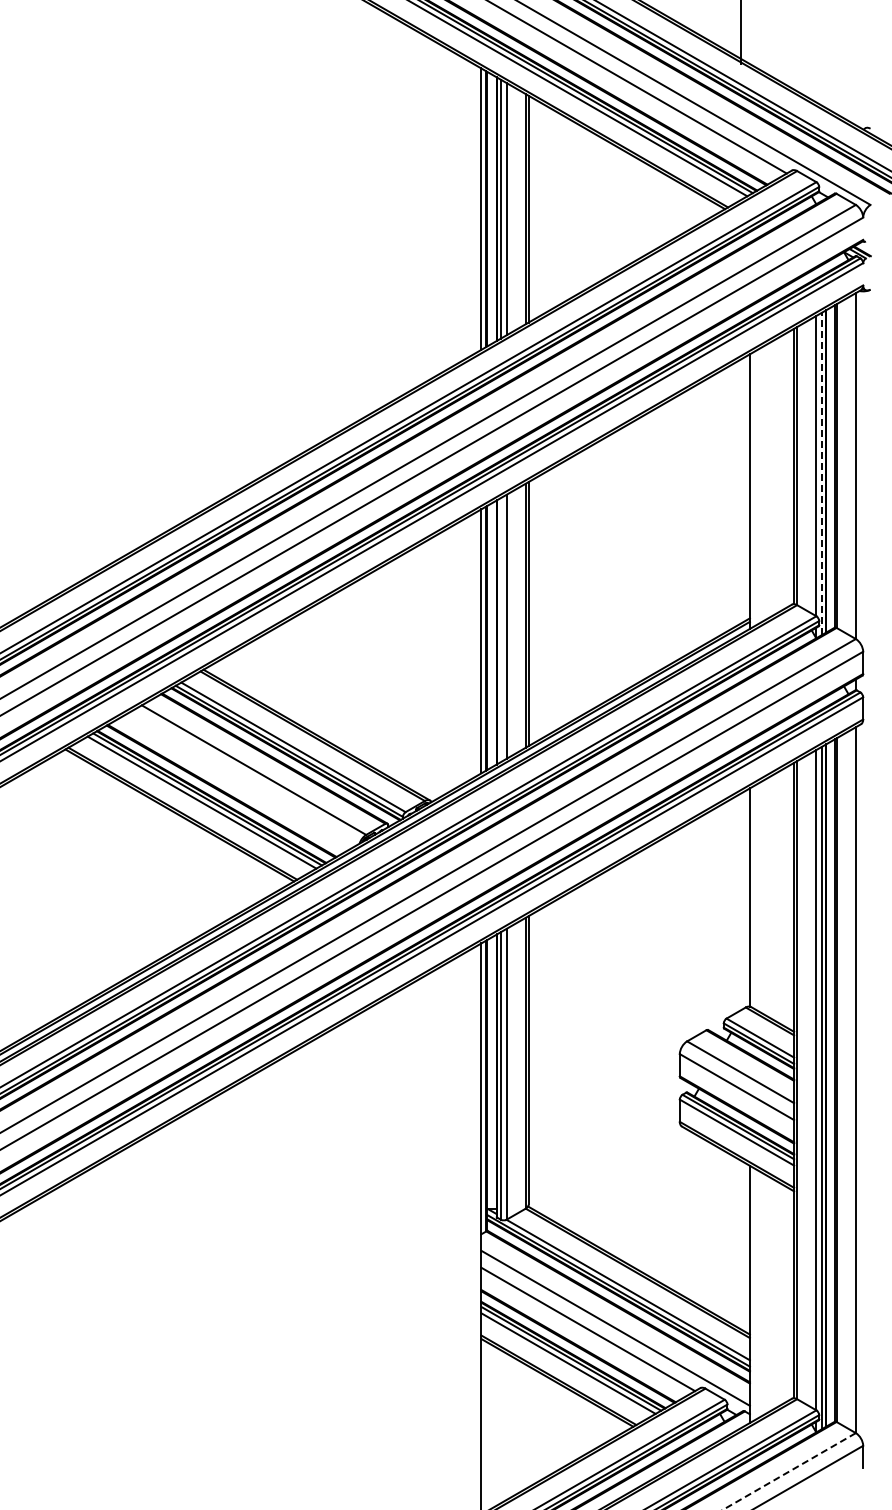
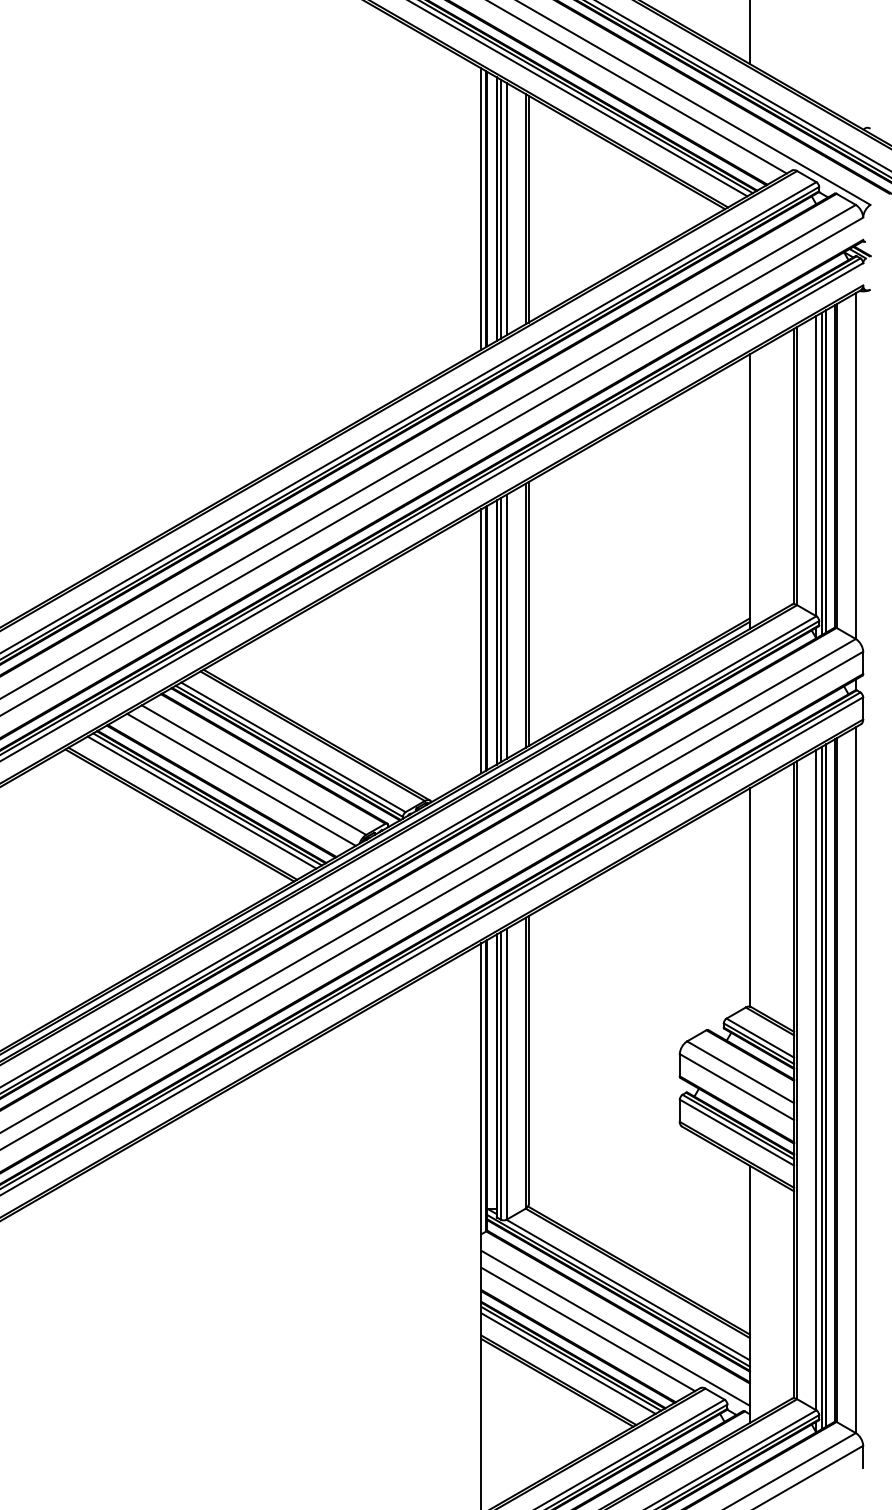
line at (740, 33) position: (740, 33) -> (749, 33)
line at (821, 473): dashed -> solid
line at (501, 630): none -> present
line at (241, 779): none -> present
line at (789, 1471): dashed -> solid
